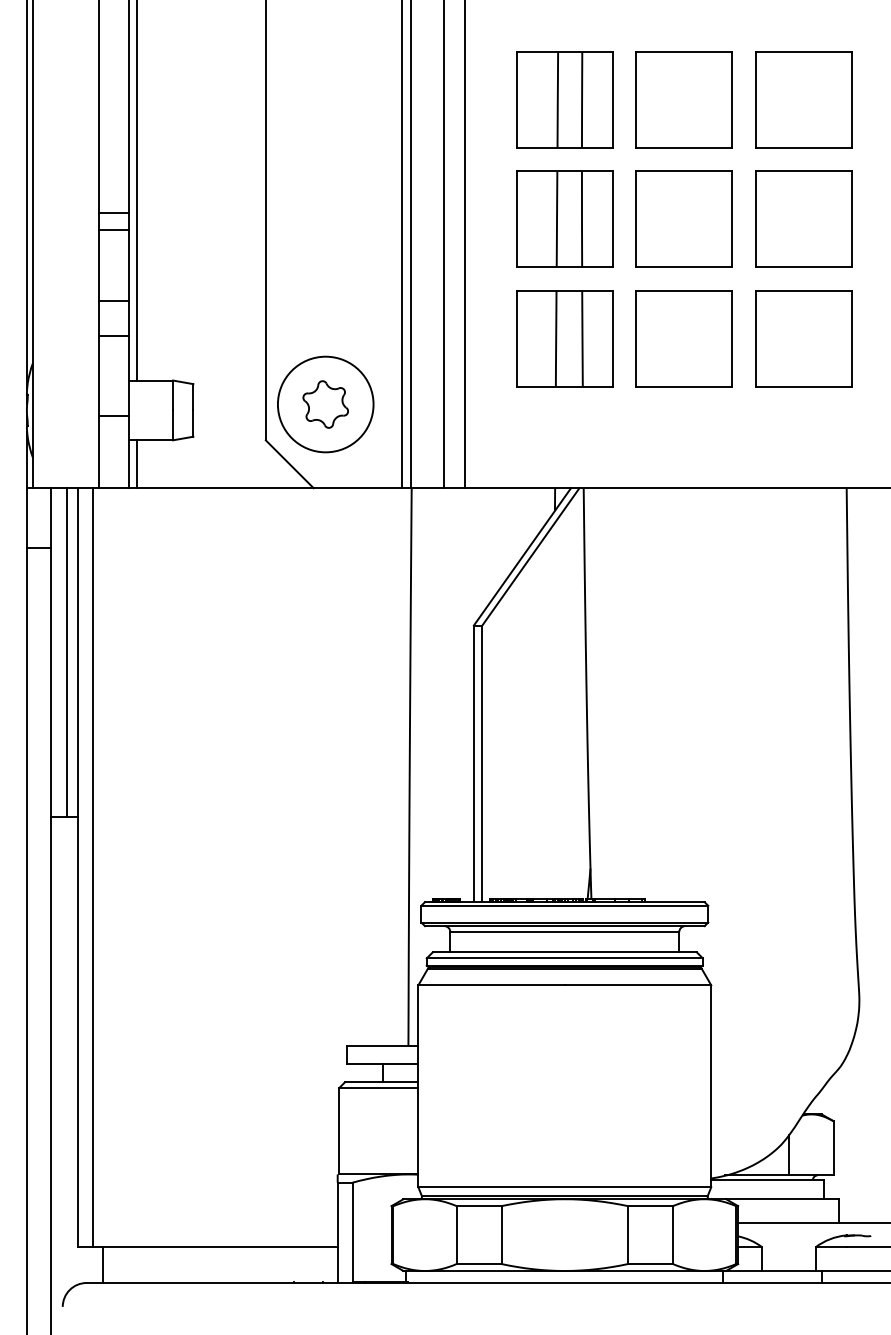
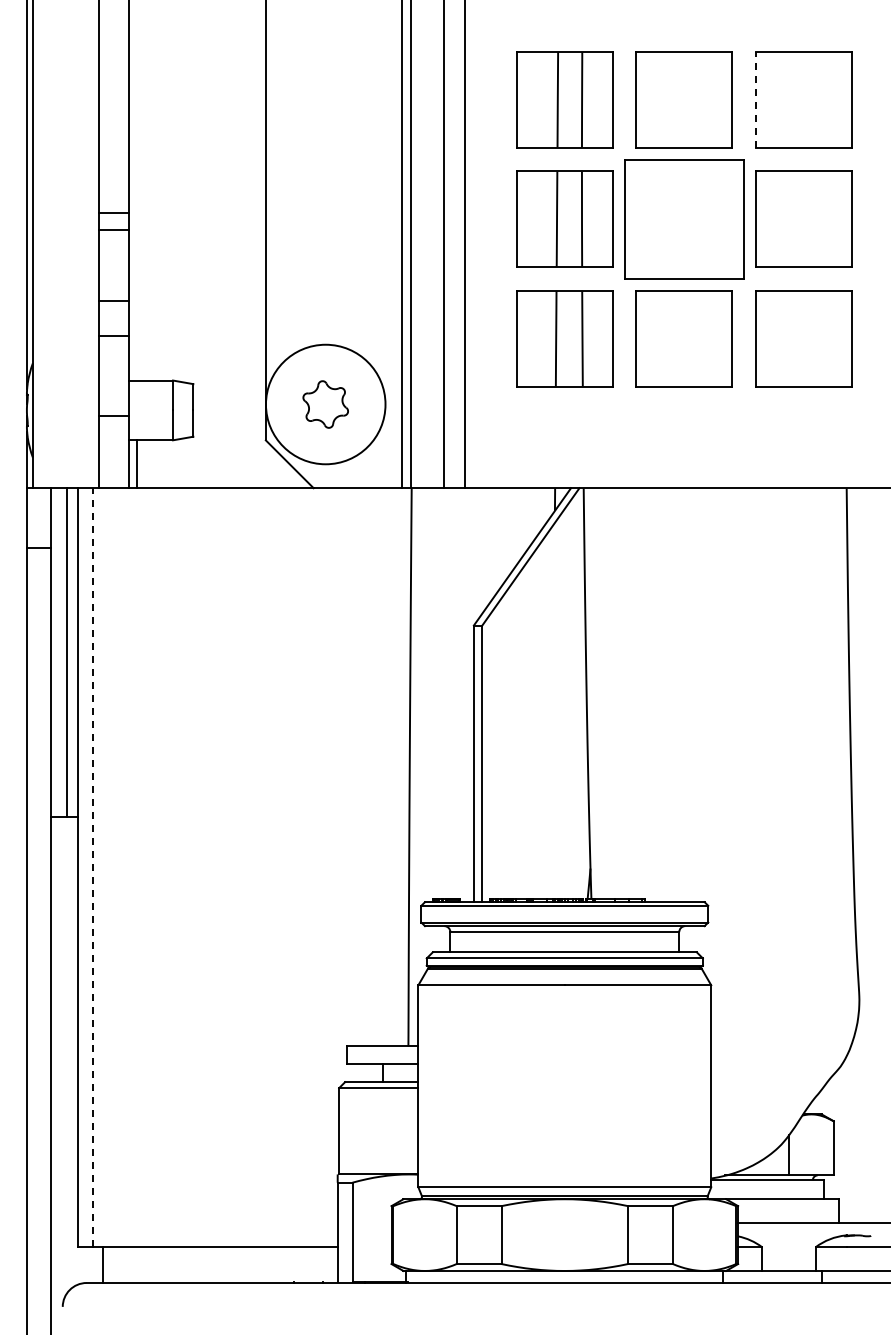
line at (756, 99): solid -> dashed
line at (137, 191): present -> none
part at (683, 218) size: 98x98 px -> 121x121 px
circle at (325, 404) diameter: 96 px -> 120 px
line at (92, 867): solid -> dashed
